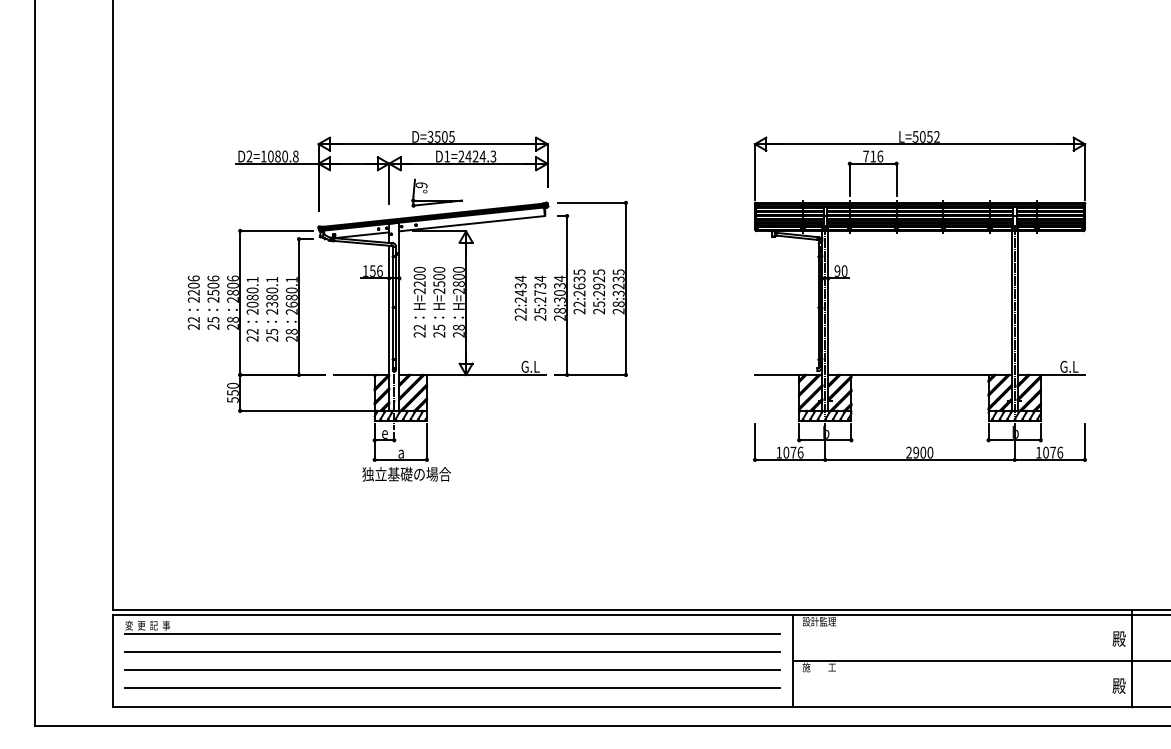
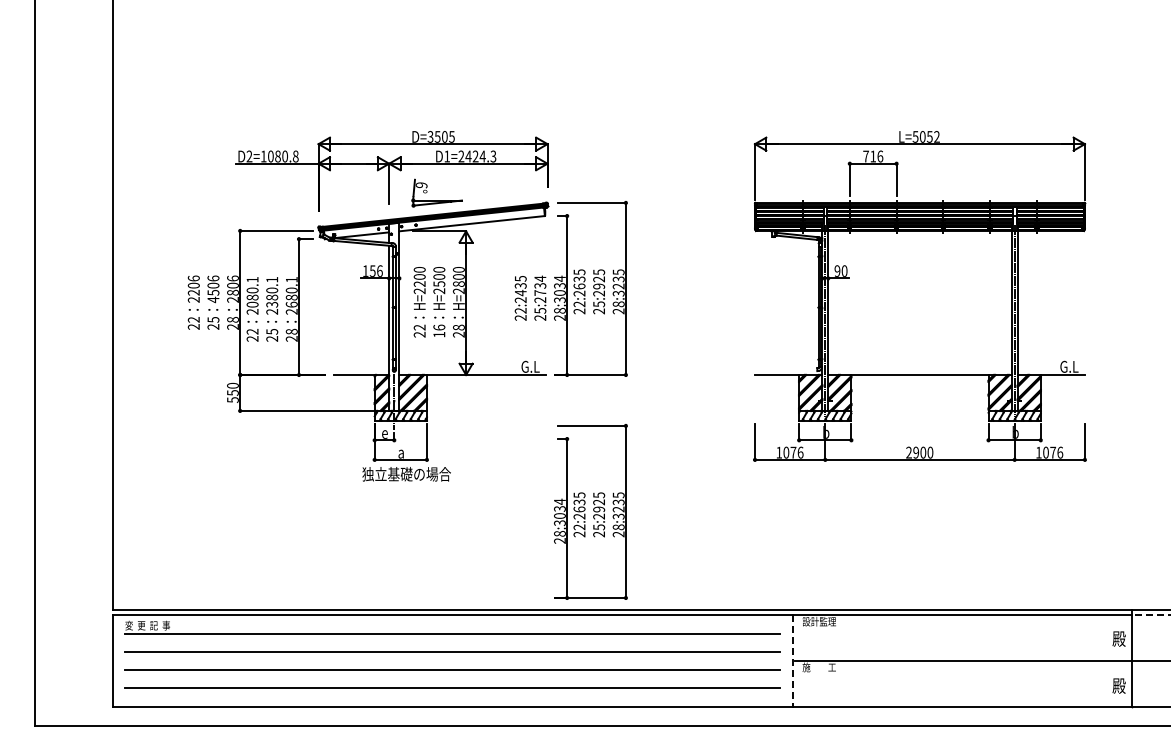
text at (520, 278): 22:2434 -> 22:2435
text at (213, 299): 2506 -> 4506
text at (439, 330): 25 -> 16
part at (590, 511): none -> present
line at (1151, 615): solid -> dashed
line at (792, 661): solid -> dashed
